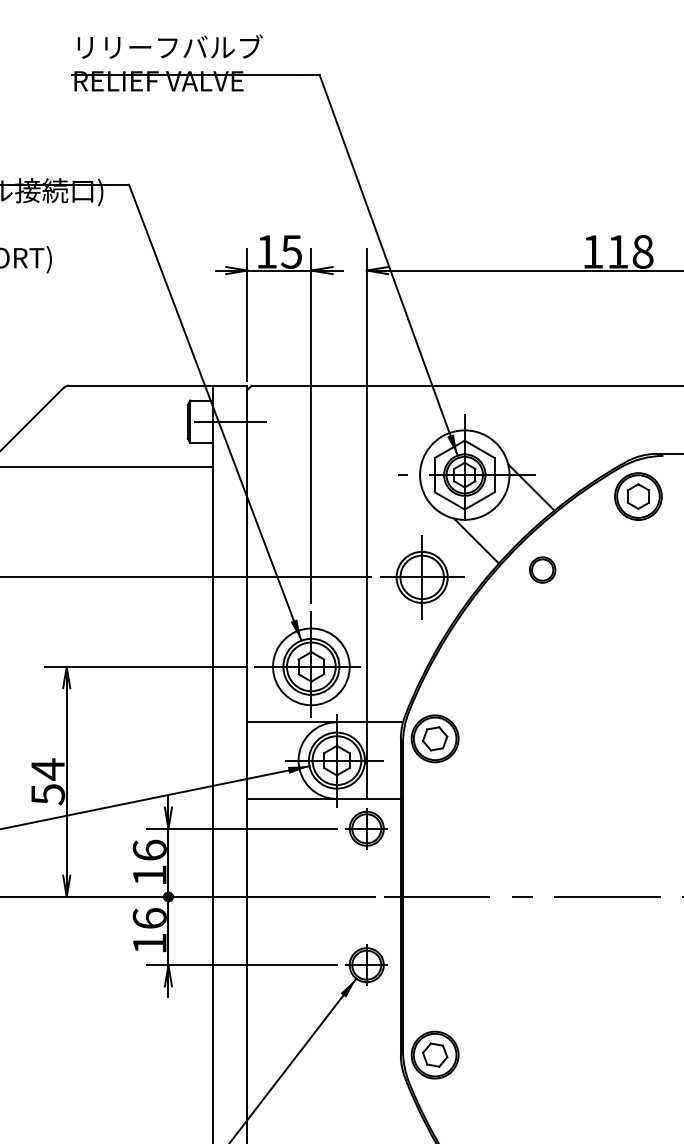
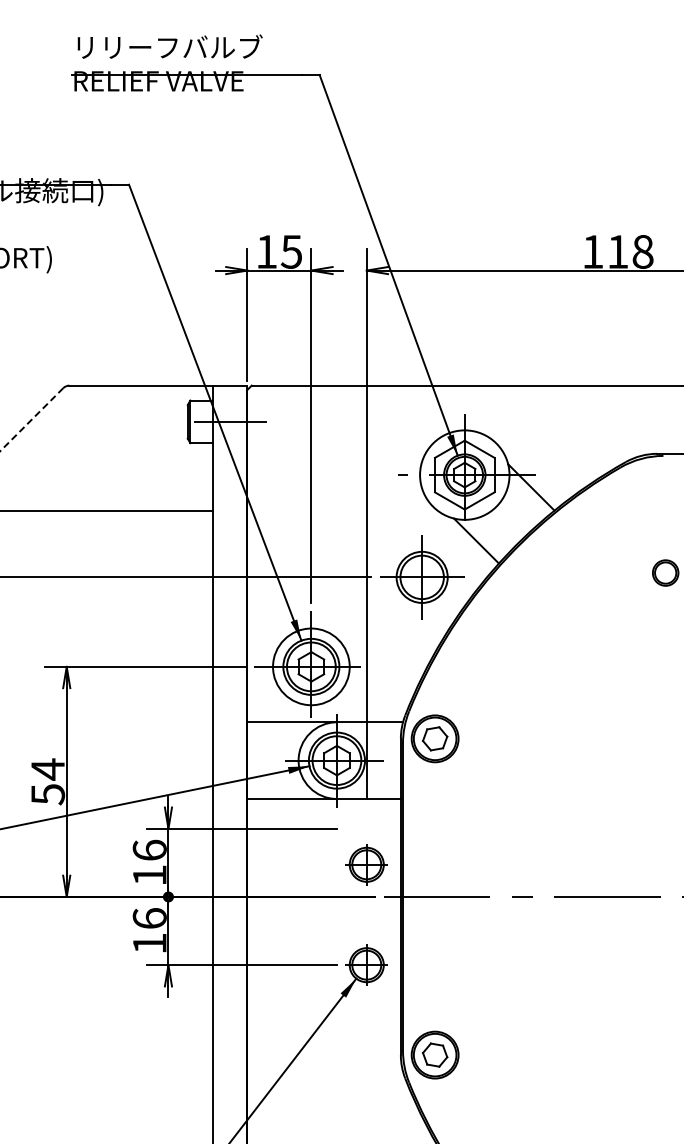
line at (31, 419): solid -> dashed
line at (107, 466) position: (107, 466) -> (107, 510)
part at (638, 496): present -> none
part at (542, 569) position: (542, 569) -> (665, 572)
part at (366, 828) position: (366, 828) -> (366, 864)
